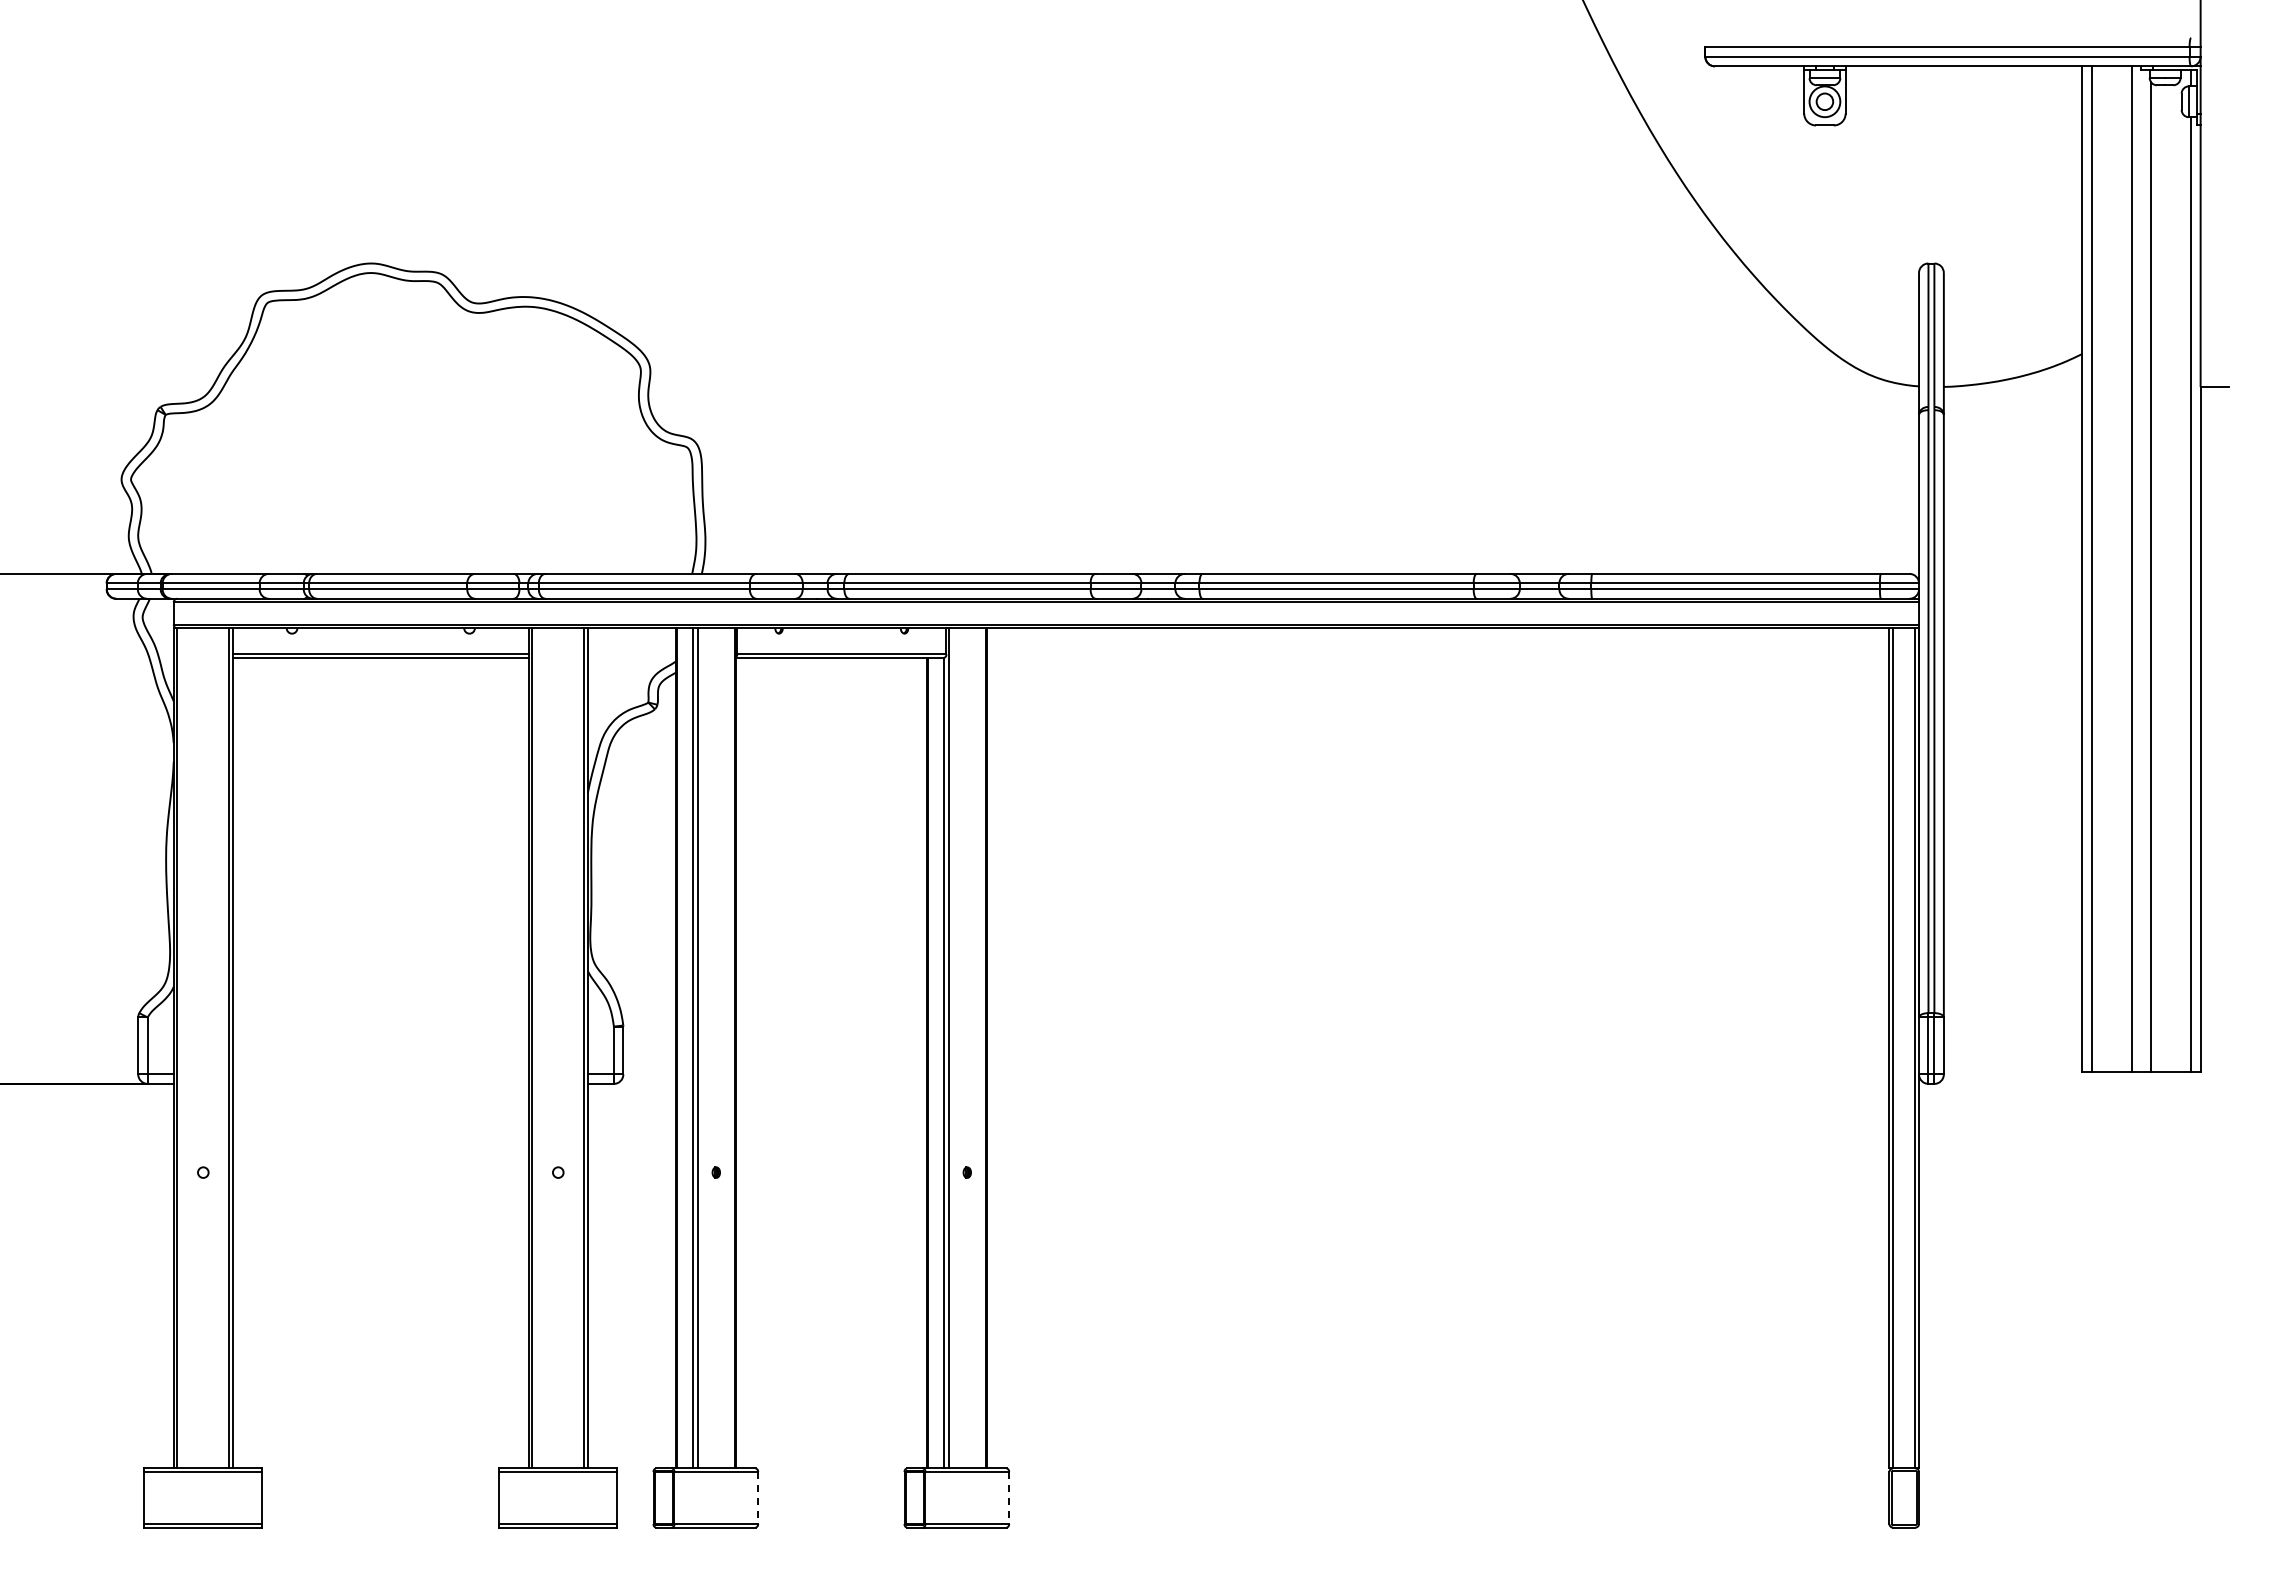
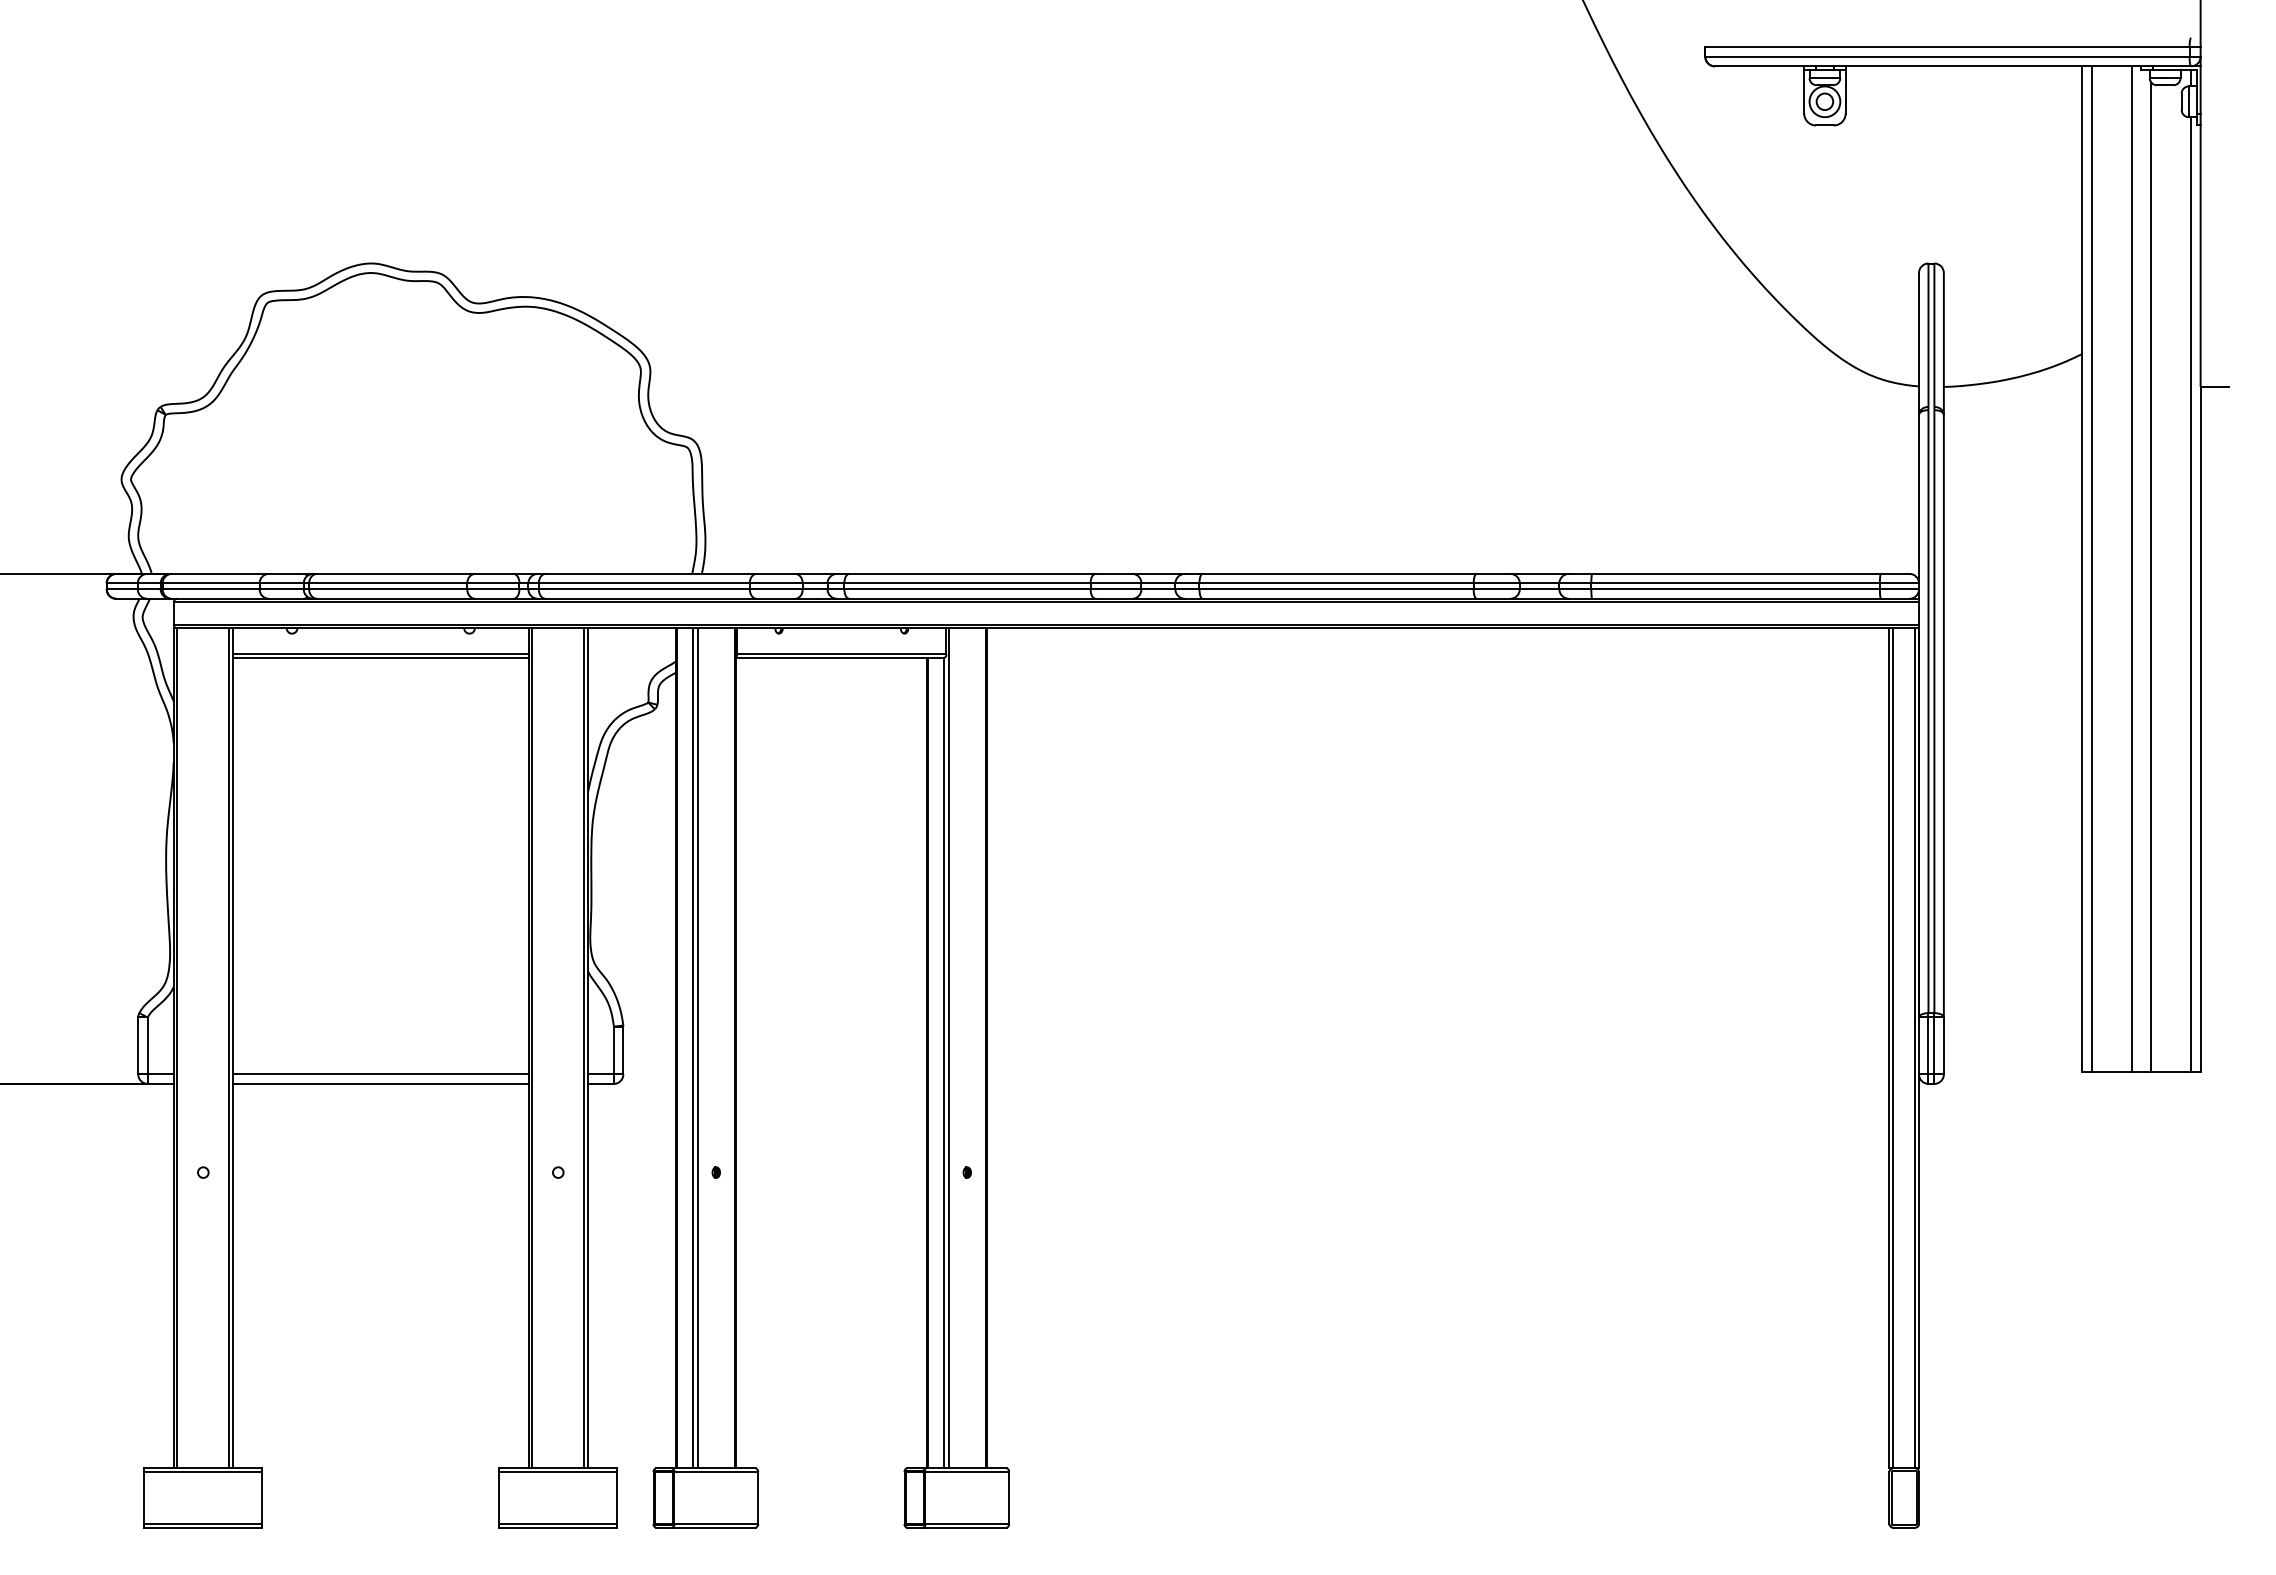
line at (380, 1074): none -> present
line at (380, 1083): none -> present
line at (758, 1498): dashed -> solid
line at (1009, 1498): dashed -> solid
